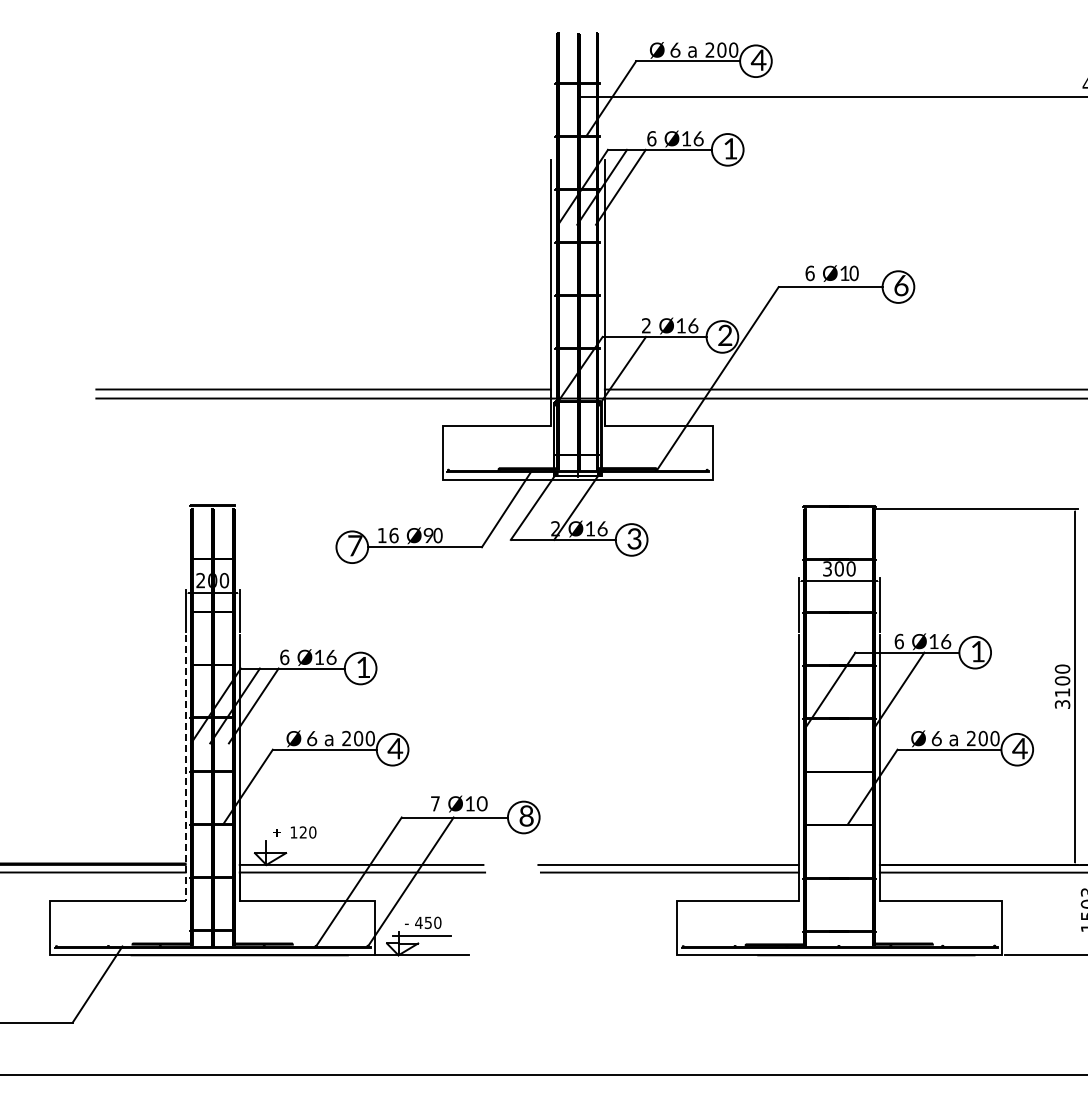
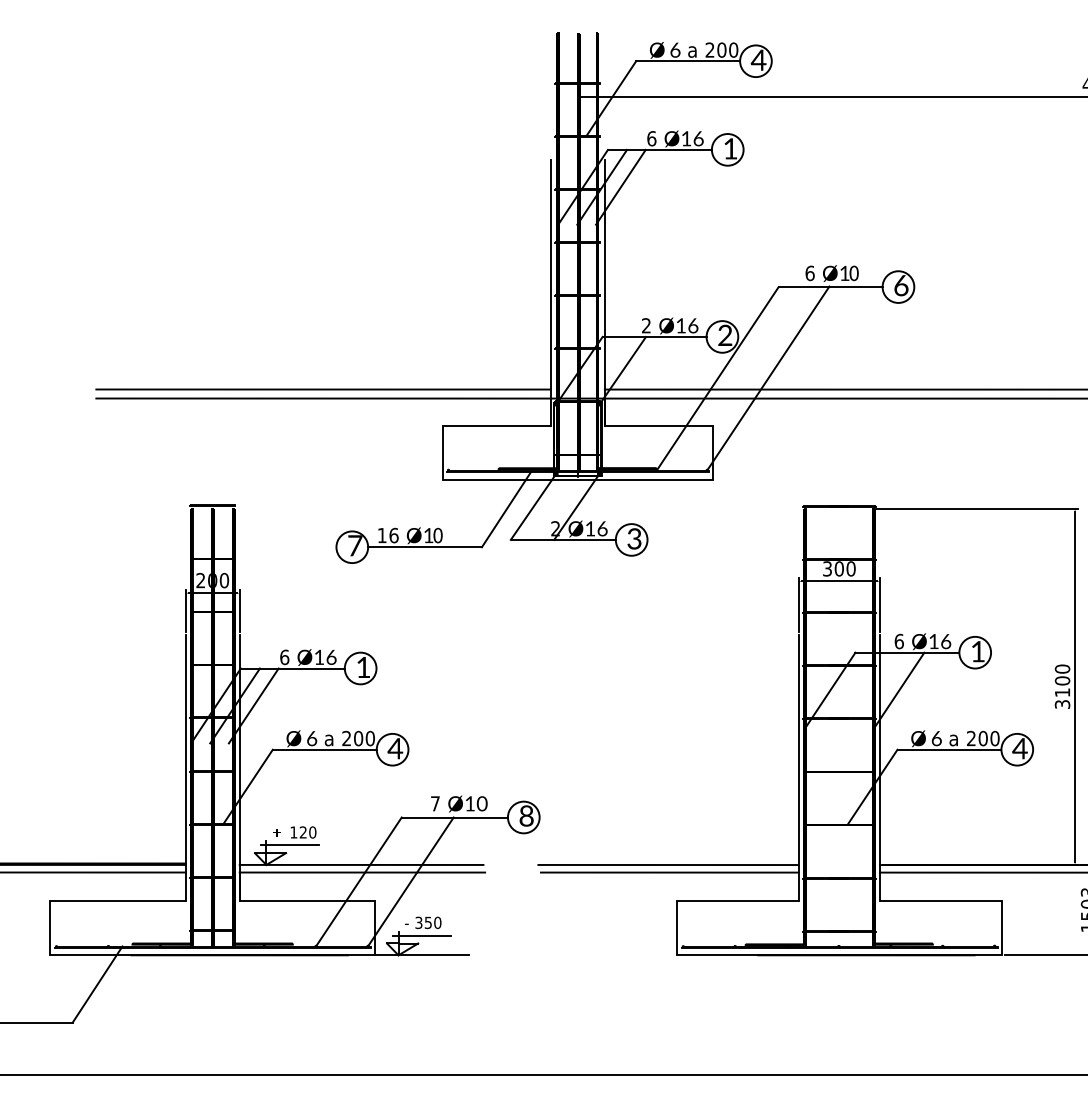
line at (768, 377): none -> present
text at (428, 535): Ø9 -> Ø1
line at (185, 768): dashed -> solid
line at (290, 845): none -> present
text at (418, 922): 450 -> 350
